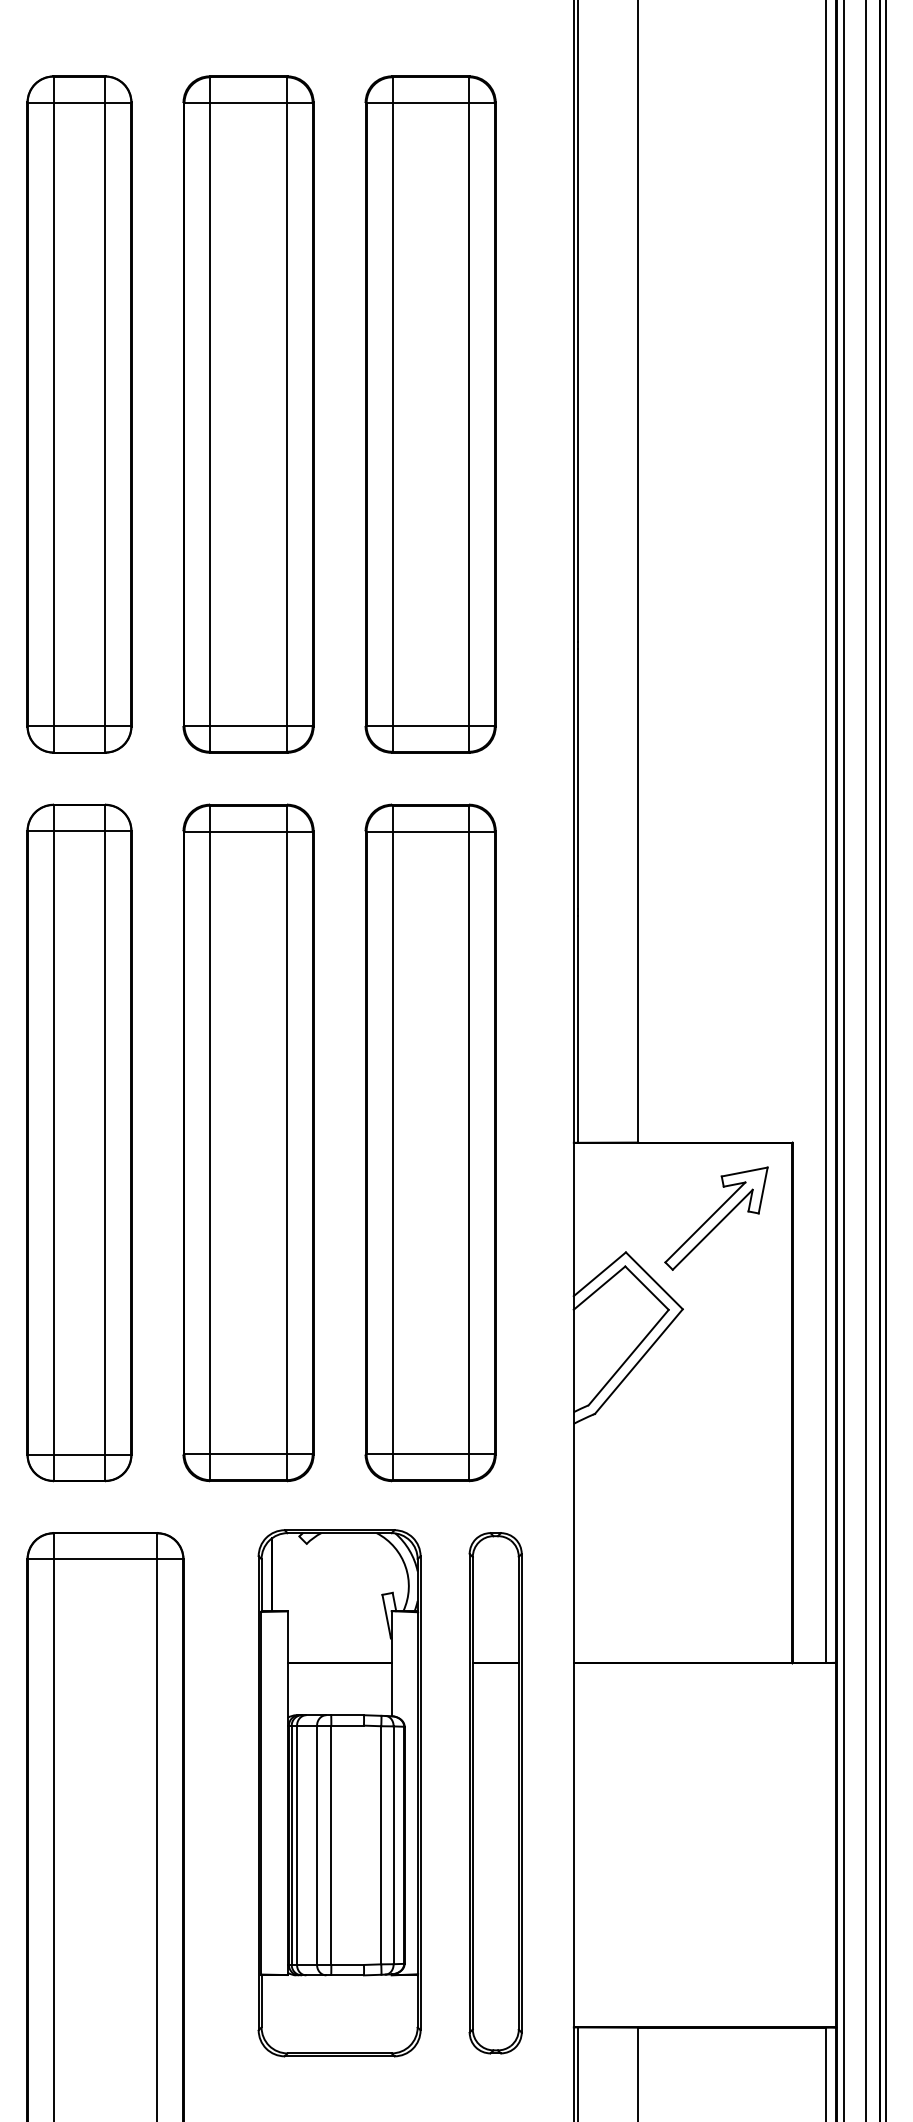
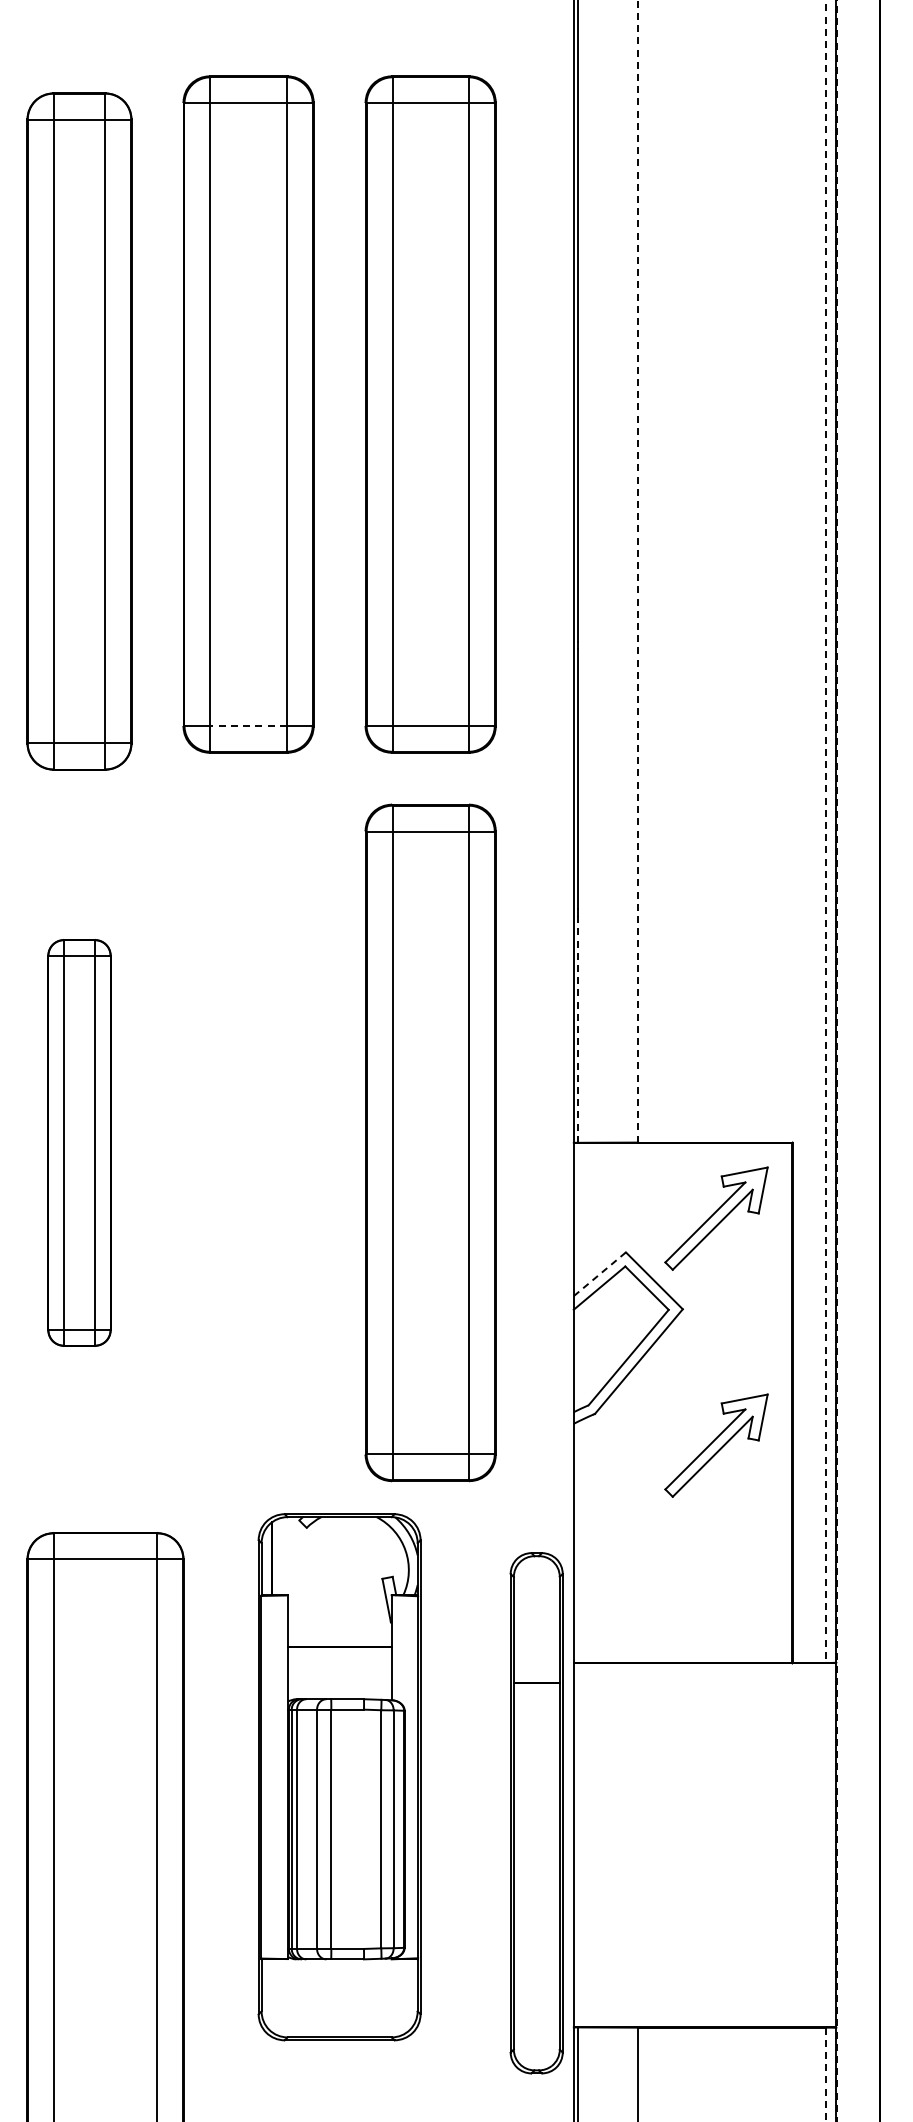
part at (79, 414) position: (79, 414) -> (79, 431)
line at (638, 571): solid -> dashed
line at (248, 725): solid -> dashed
line at (825, 832): solid -> dashed
line at (578, 1029): solid -> dashed
line at (837, 1060): solid -> dashed
line at (844, 1060): present -> none
line at (866, 1060): present -> none
line at (885, 1060): present -> none
part at (79, 1142) size: 107x680 px -> 65x408 px
part at (248, 1142): present -> none
line at (599, 1274): solid -> dashed
part at (716, 1445): none -> present
part at (339, 1793) position: (339, 1793) -> (339, 1777)
part at (495, 1793) position: (495, 1793) -> (536, 1813)
line at (825, 2074): solid -> dashed
